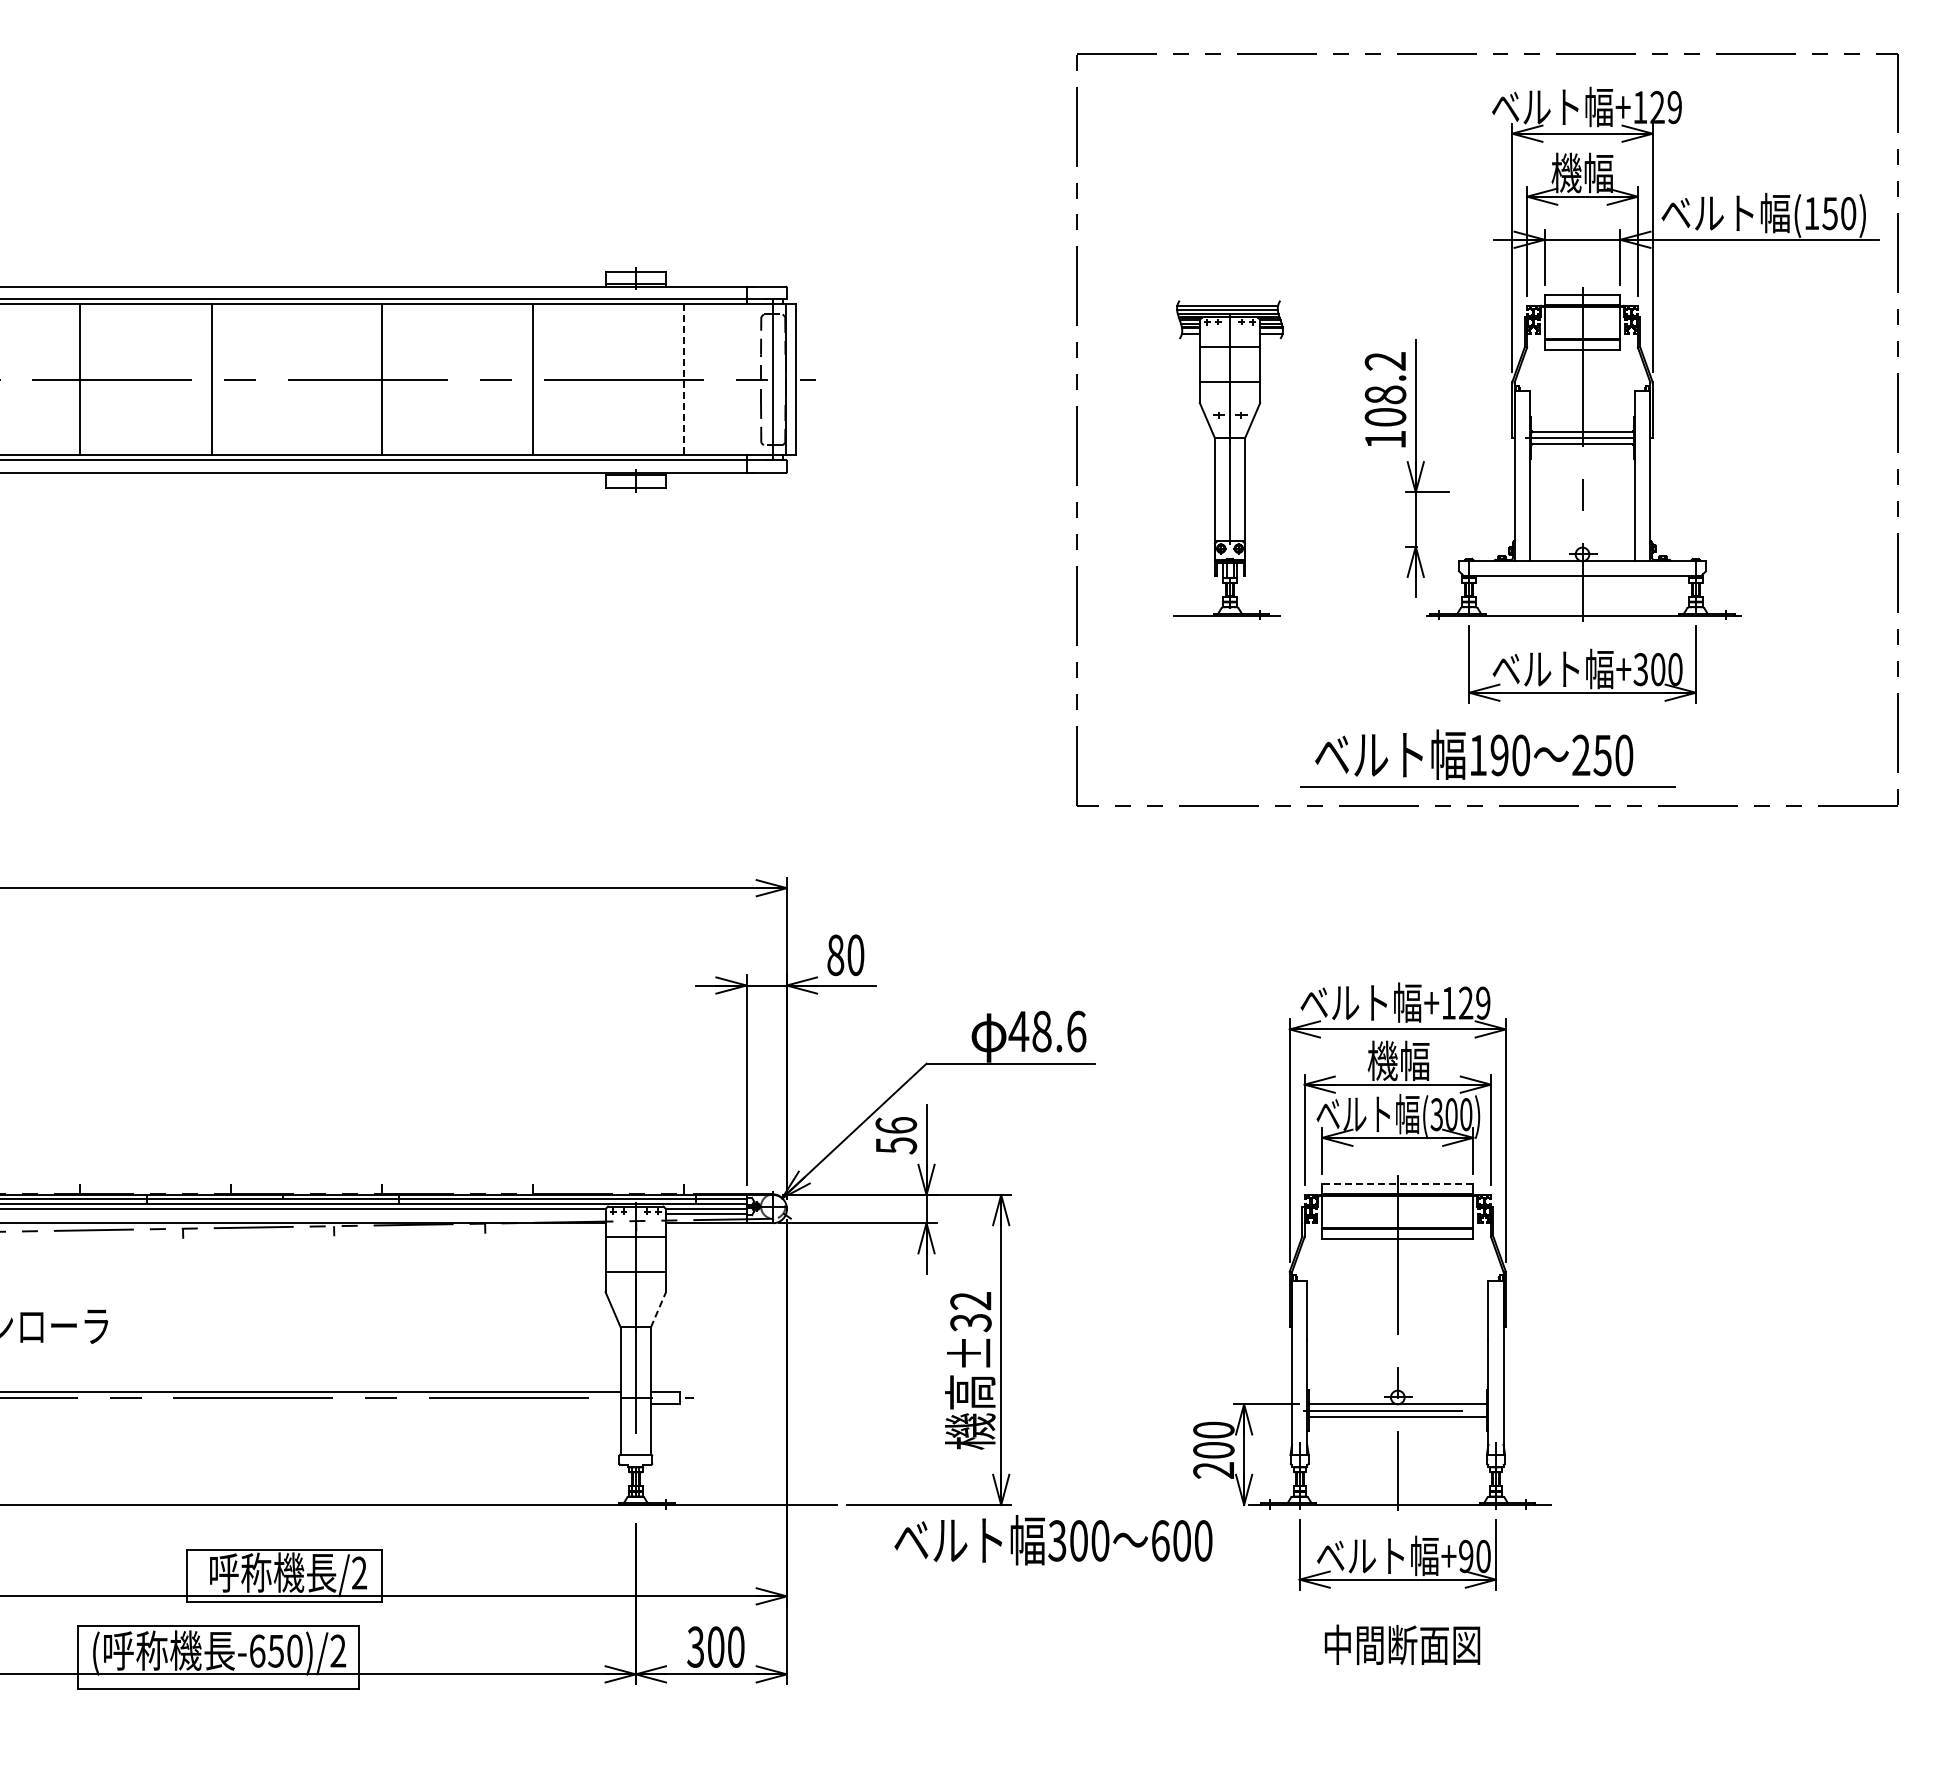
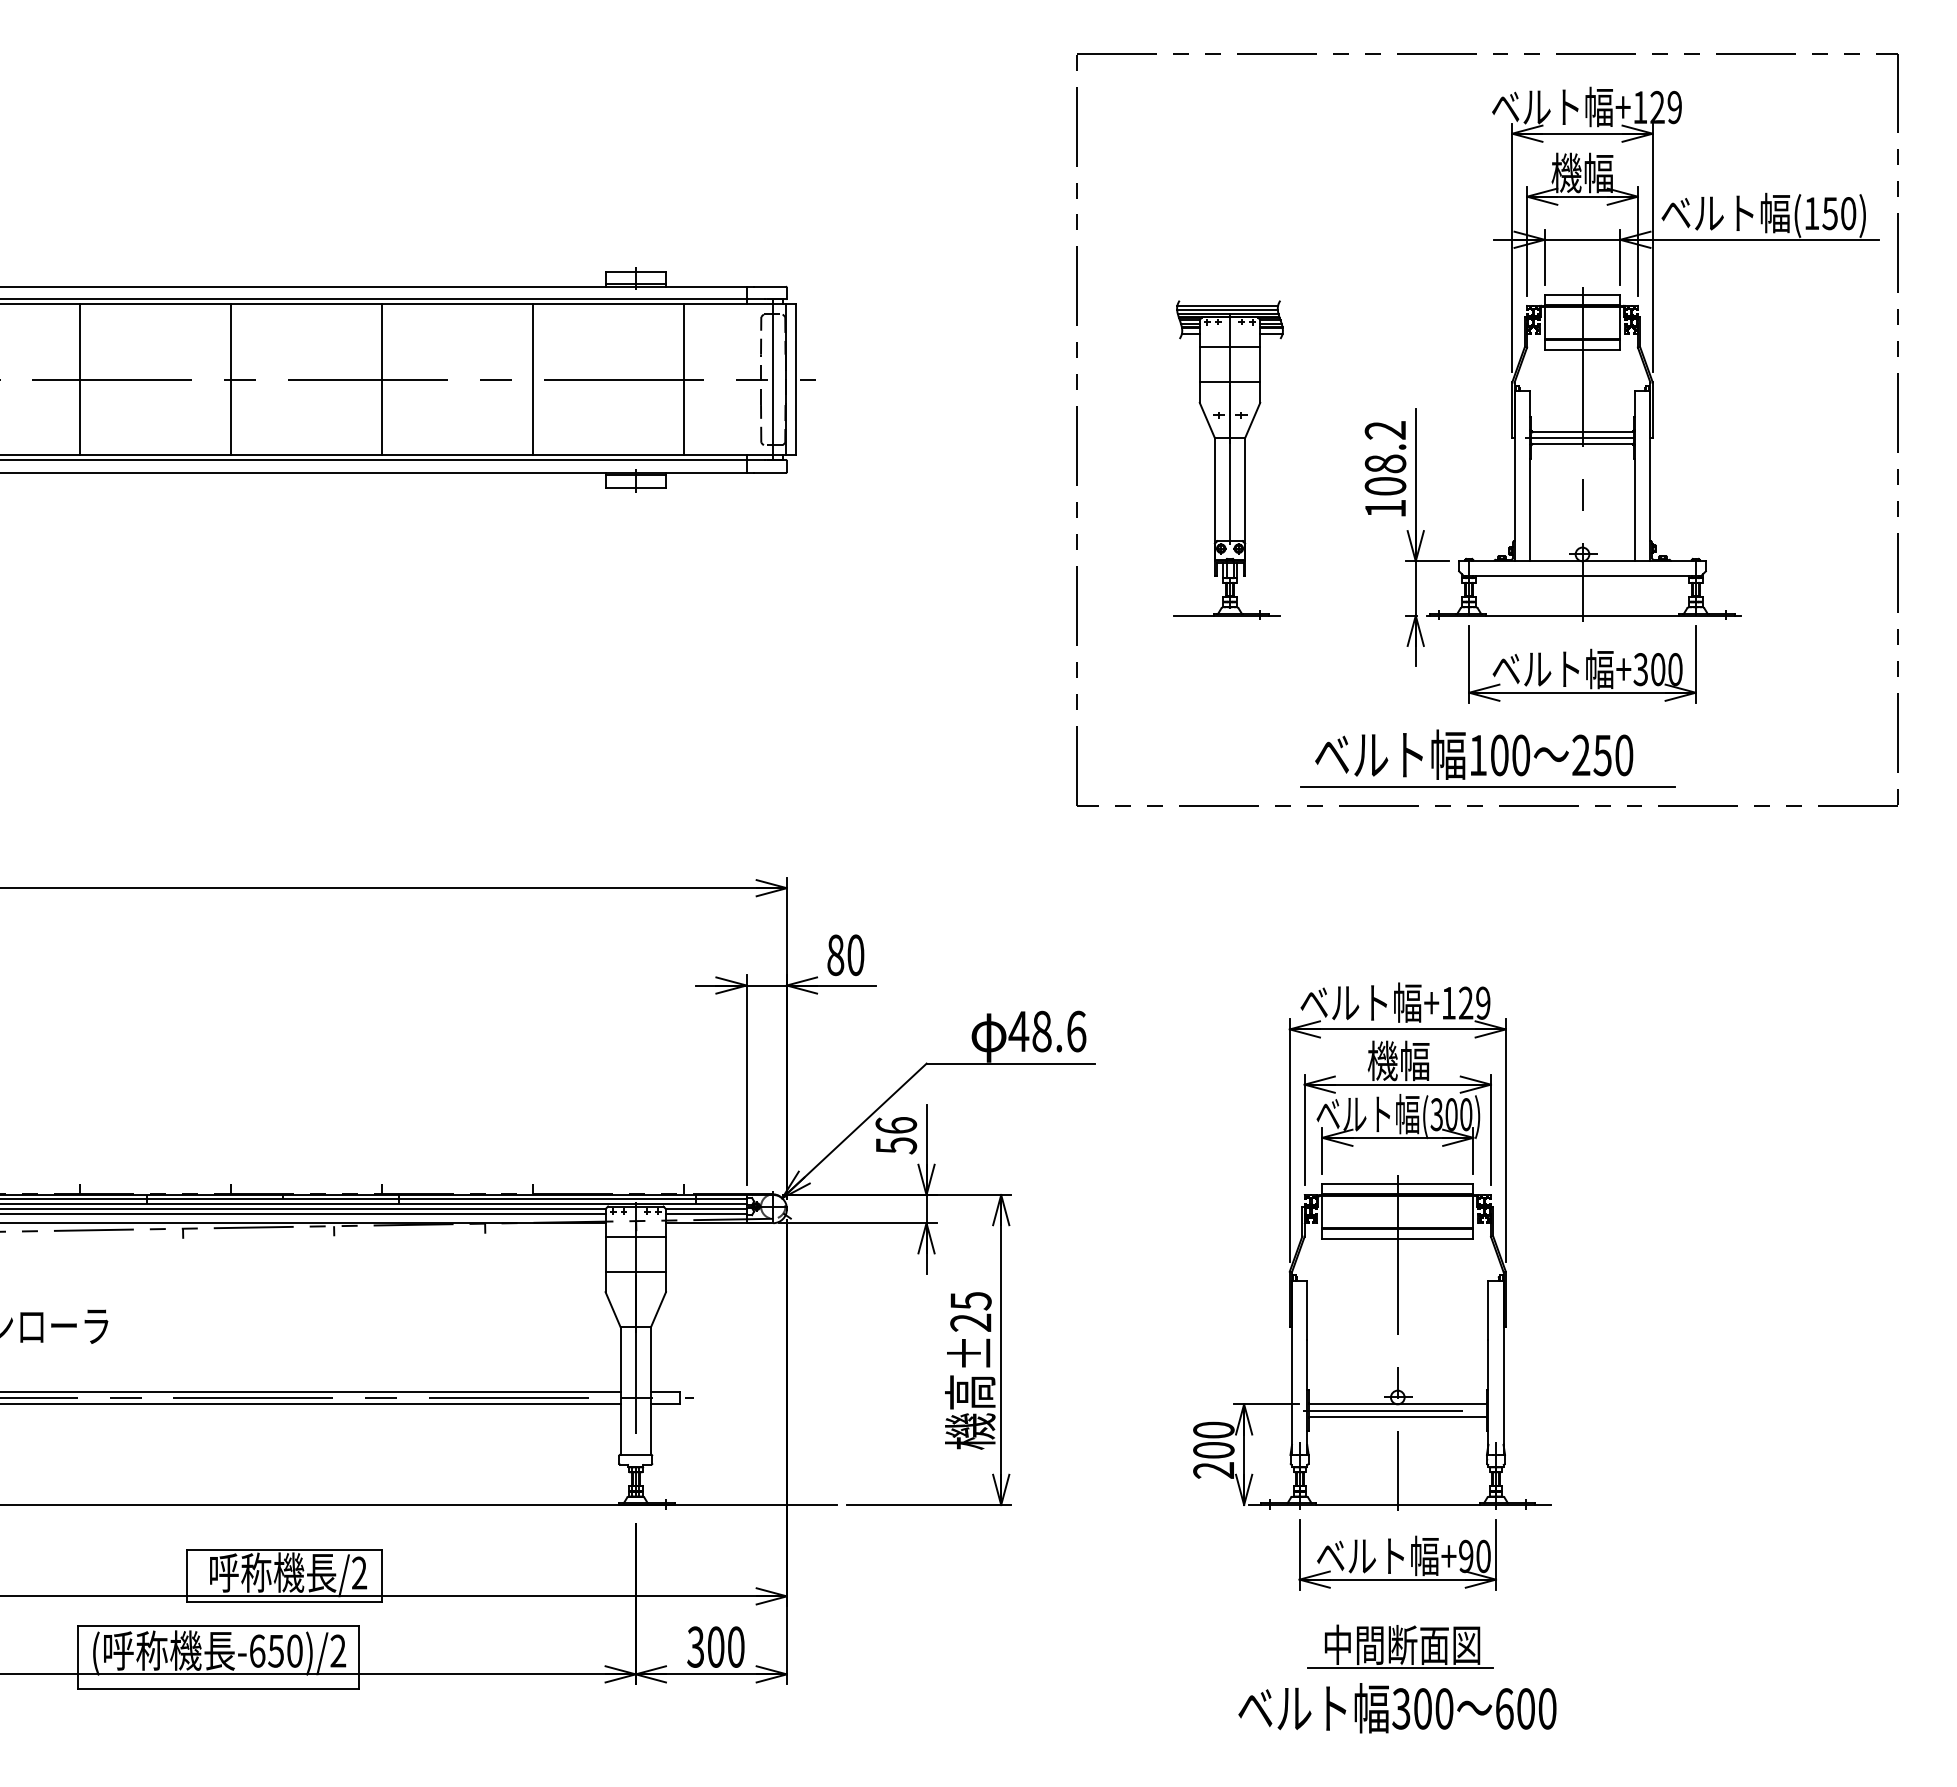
line at (212, 379) position: (212, 379) -> (231, 379)
line at (684, 379): dashed -> solid
part at (1406, 468) position: (1406, 468) -> (1406, 537)
text at (1499, 755): 190 -> 100
line at (1397, 1184): dashed -> solid
line at (303, 1213): none -> present
line at (658, 1309): dashed -> solid
text at (970, 1312): ±32 -> ±25
line at (311, 1404): none -> present
text at (1053, 1540) position: (1053, 1540) -> (1397, 1708)
line at (1399, 1667): none -> present
